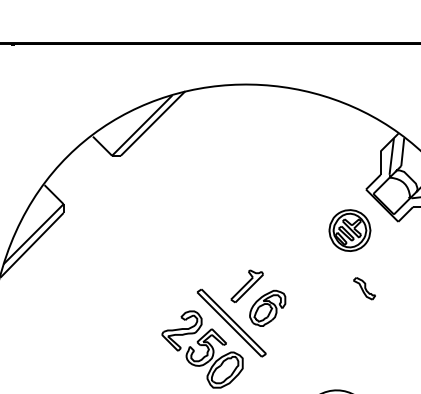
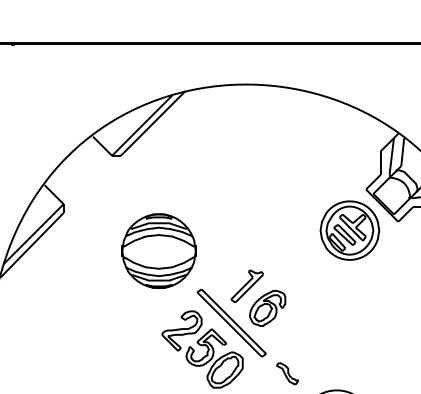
part at (349, 230) size: 44x43 px -> 62x61 px
part at (158, 250): none -> present
part at (364, 288) position: (364, 288) -> (287, 373)
